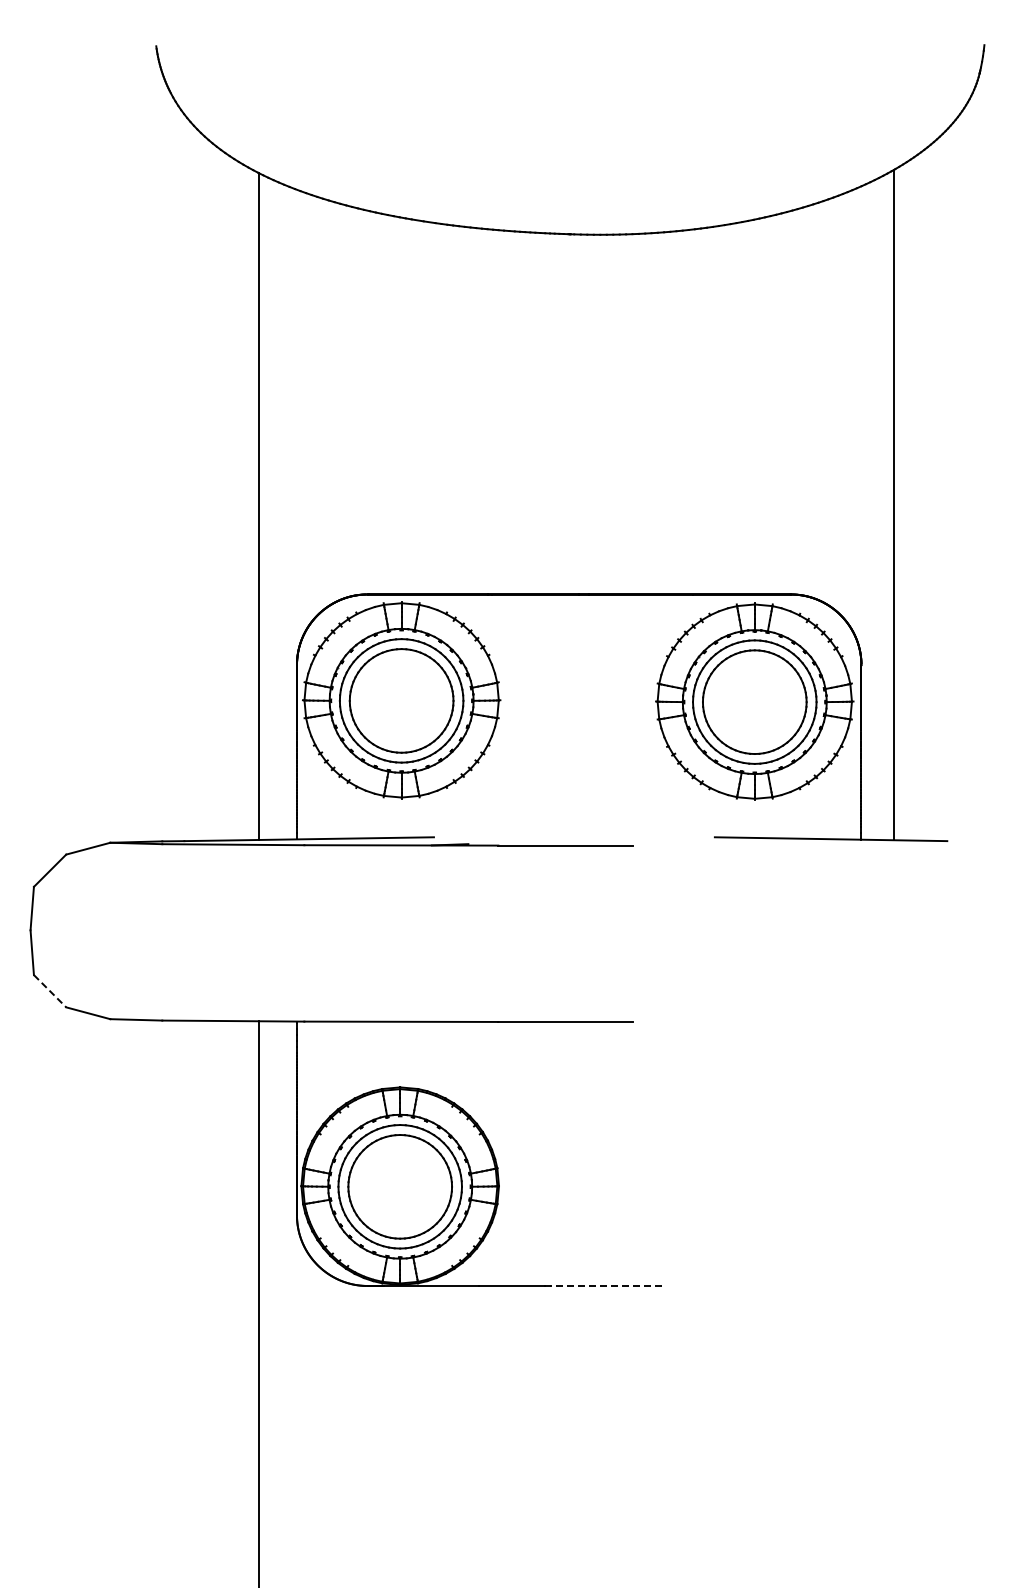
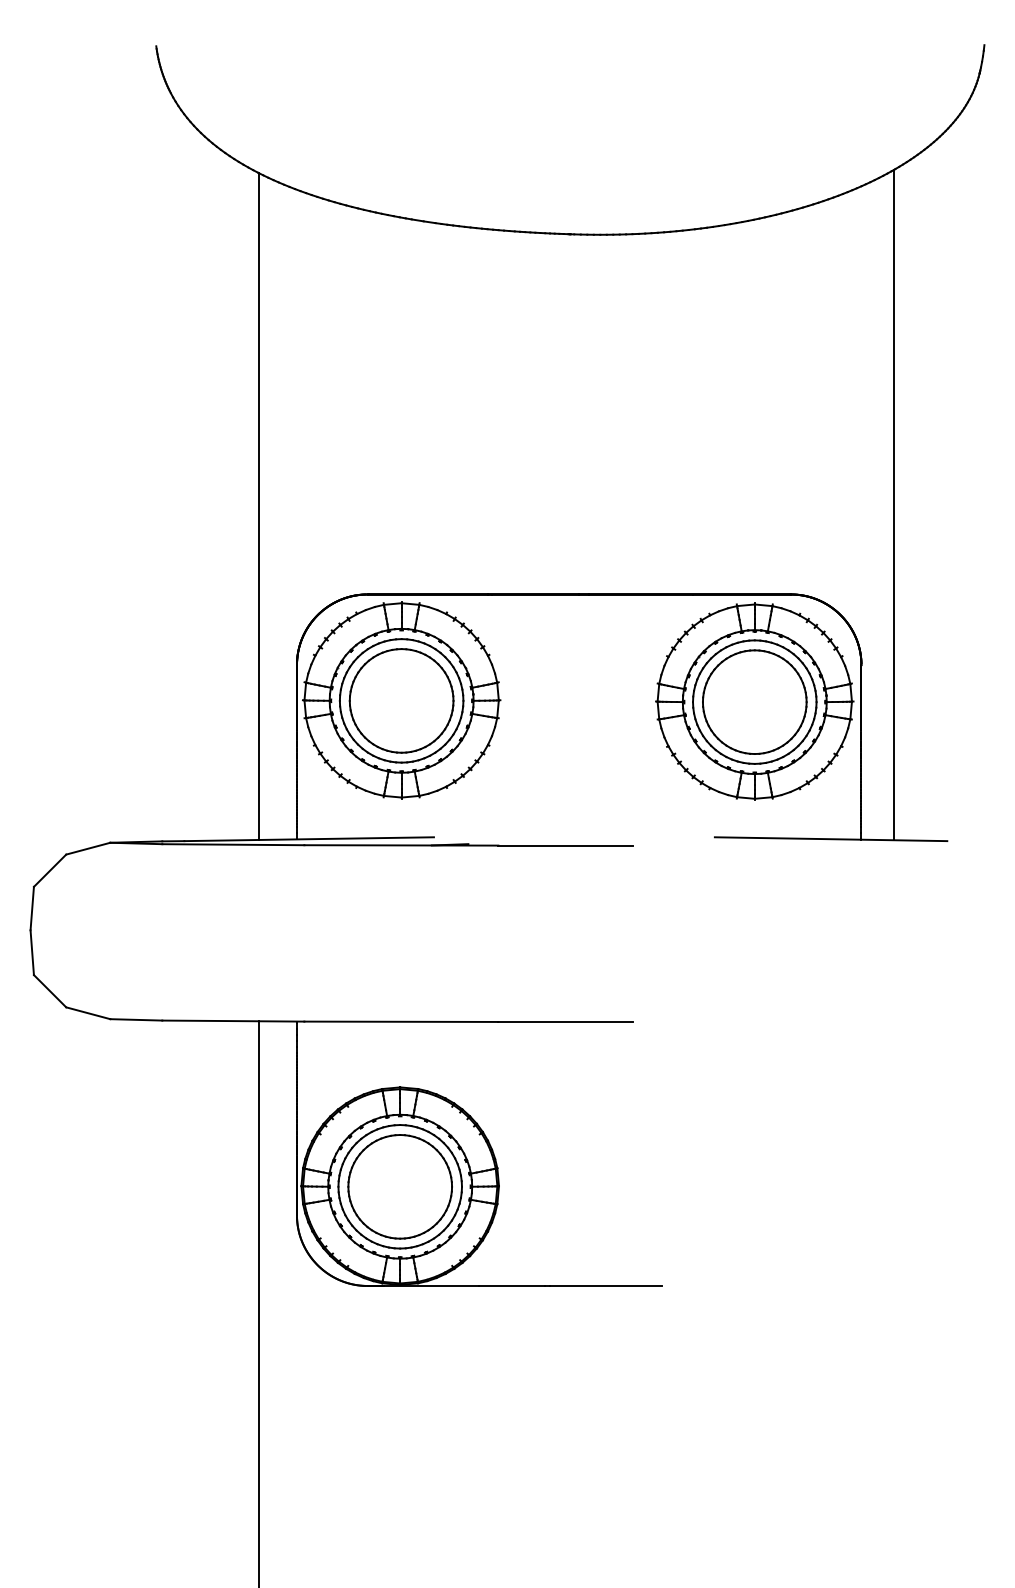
line at (50, 991): dashed -> solid
line at (605, 1285): dashed -> solid
